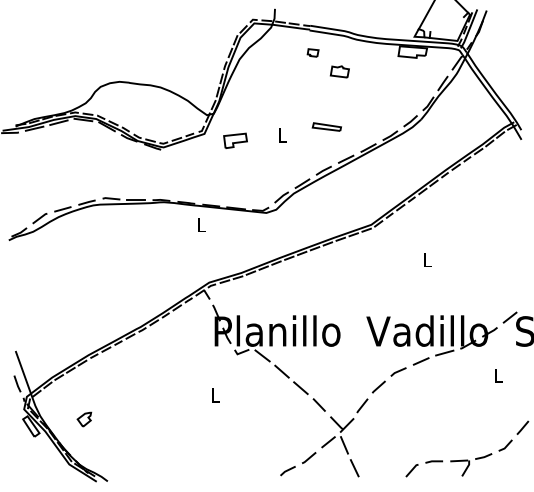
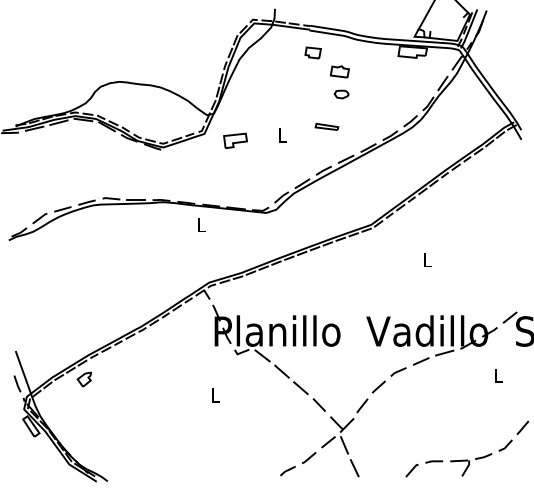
part at (312, 52) size: 14x10 px -> 18x14 px
part at (341, 94): none -> present
part at (326, 126) size: 31x10 px -> 26x9 px
part at (84, 419) position: (84, 419) -> (84, 379)
